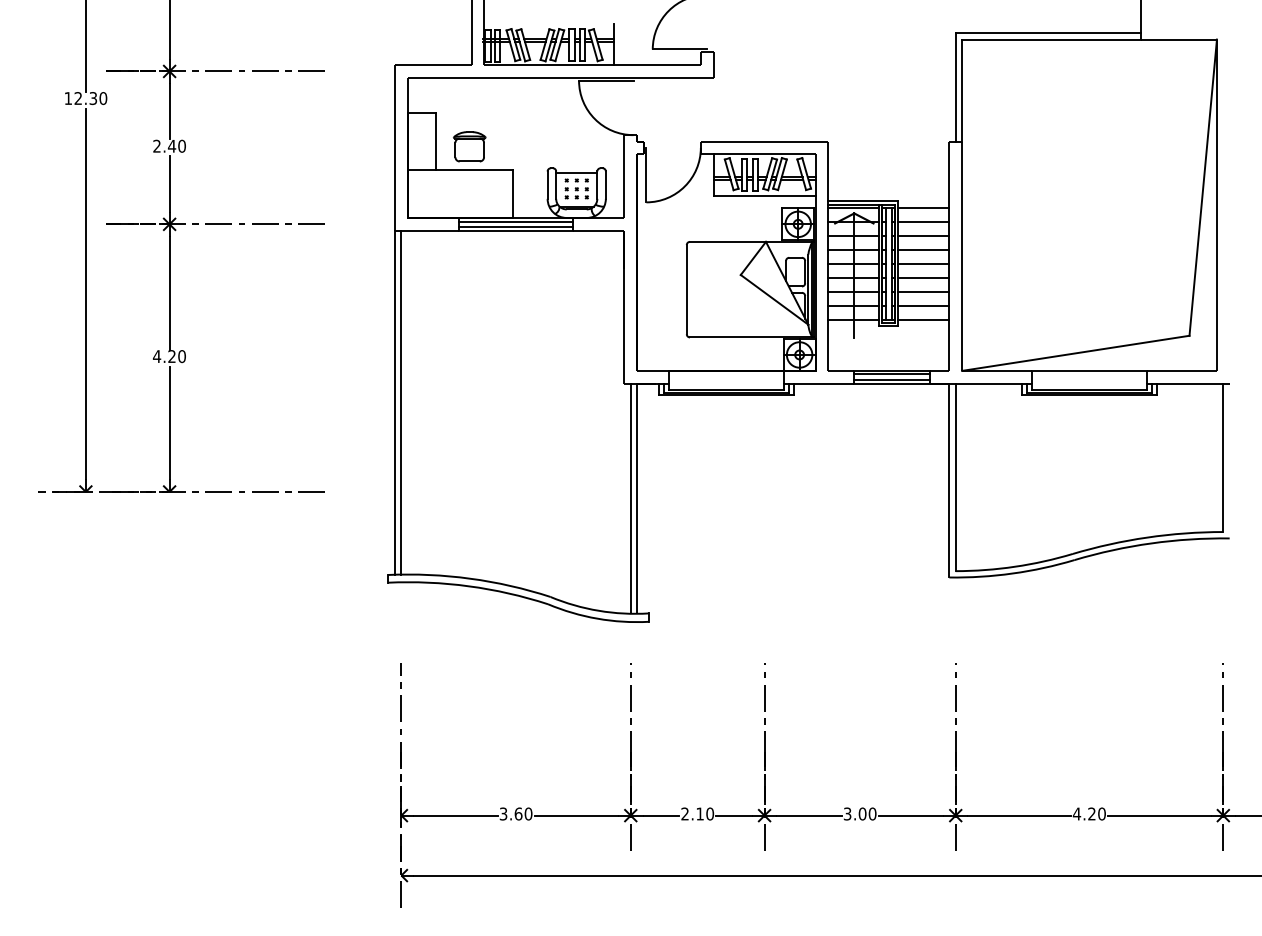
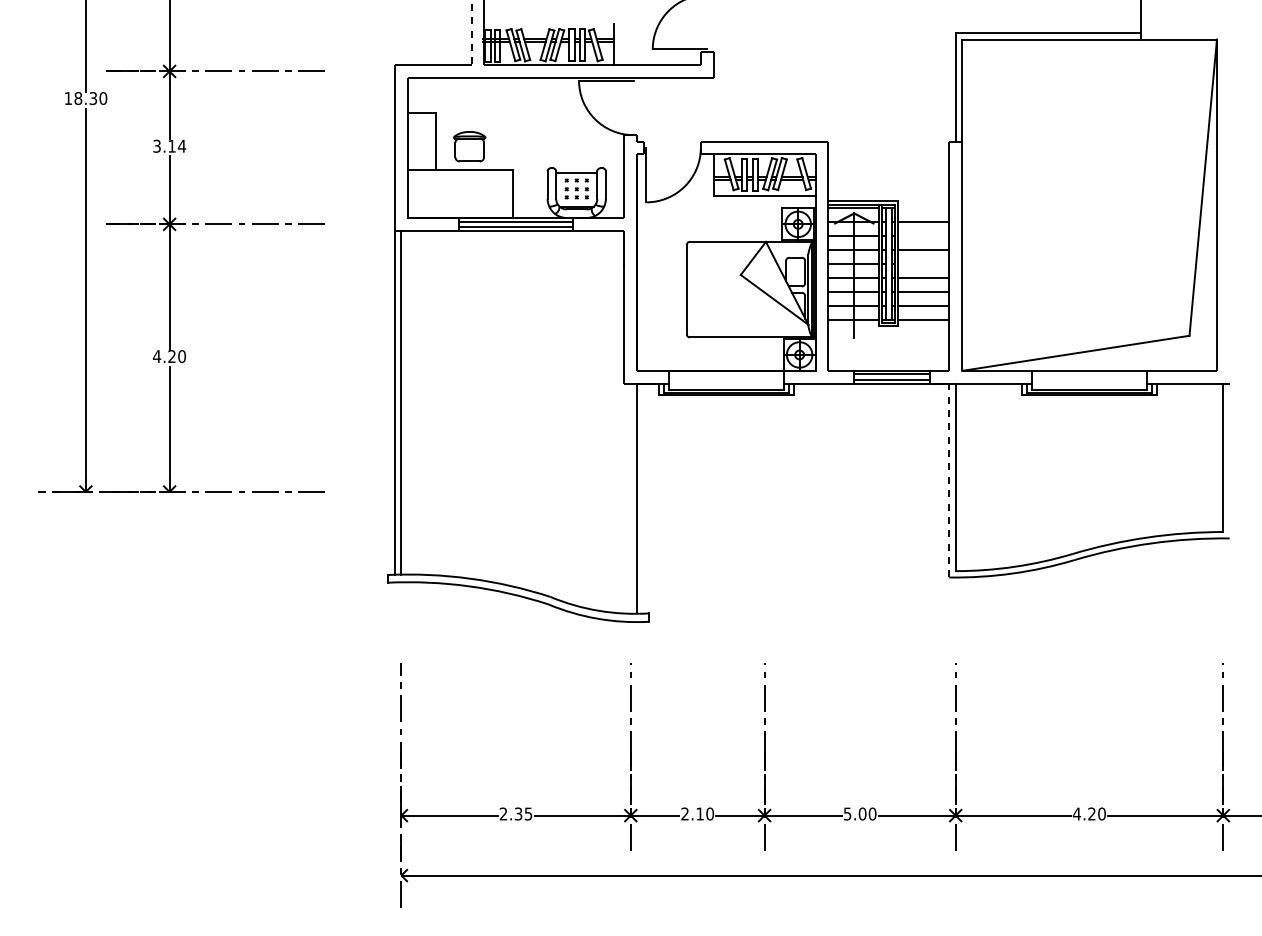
line at (471, 33): solid -> dashed
text at (78, 98): 12.30 -> 18.30
text at (169, 145): 2.40 -> 3.14
line at (923, 207): present -> none
line at (923, 235): present -> none
line at (923, 263): present -> none
line at (949, 480): solid -> dashed
line at (630, 497): present -> none
text at (515, 813): 3.60 -> 2.35
text at (847, 813): 3.00 -> 5.00
